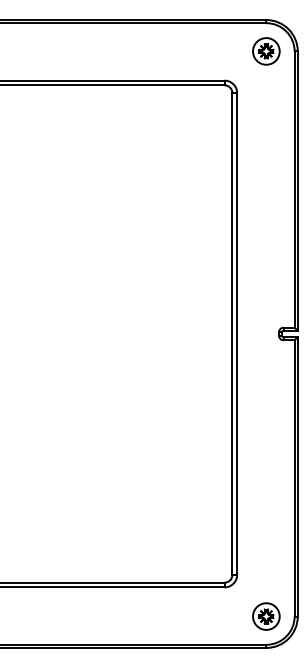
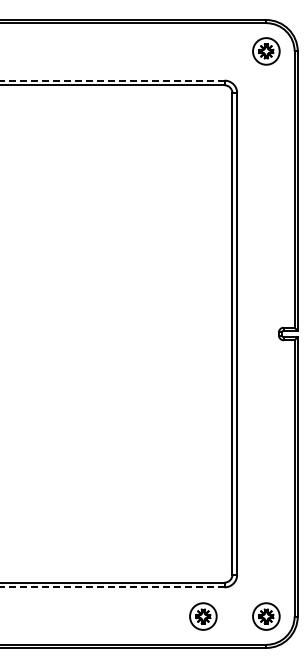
line at (112, 80): solid -> dashed
line at (112, 587): solid -> dashed
part at (203, 616): none -> present
